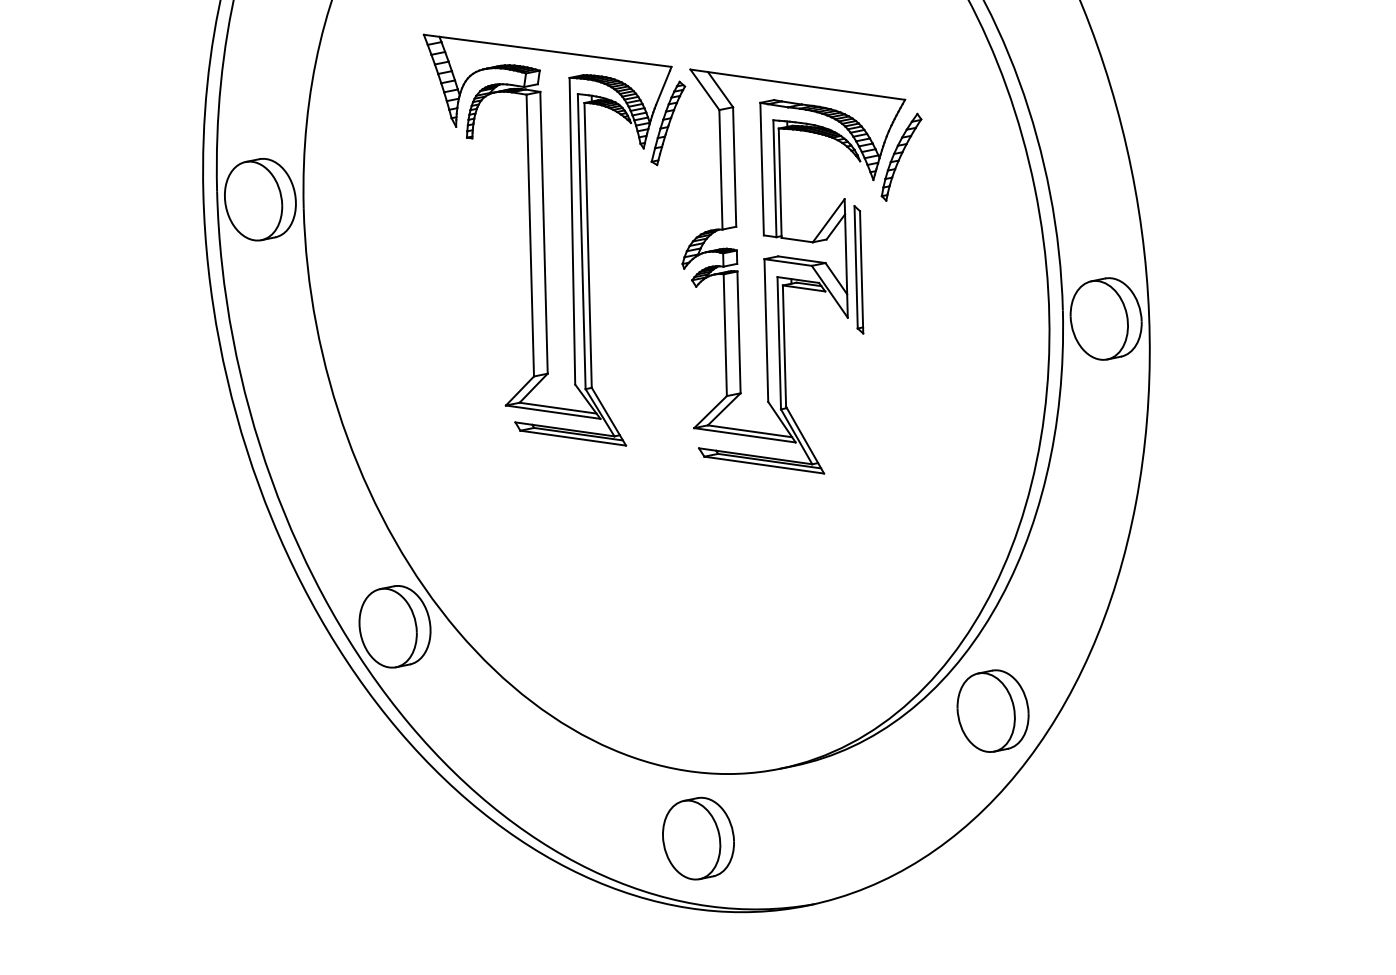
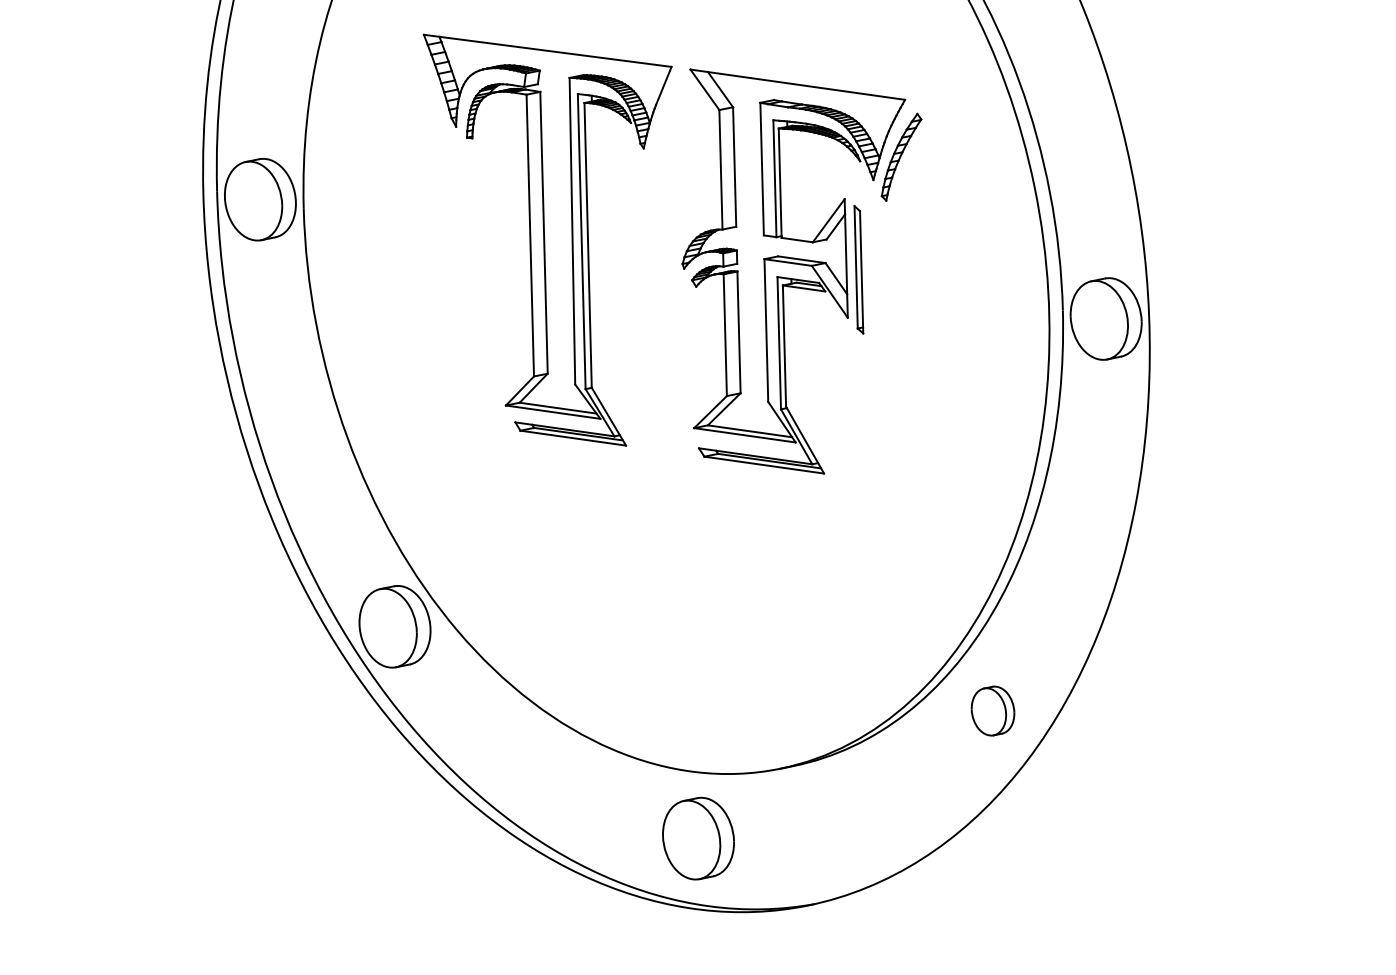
part at (668, 123): present -> none
part at (992, 710) size: 74x84 px -> 46x52 px
